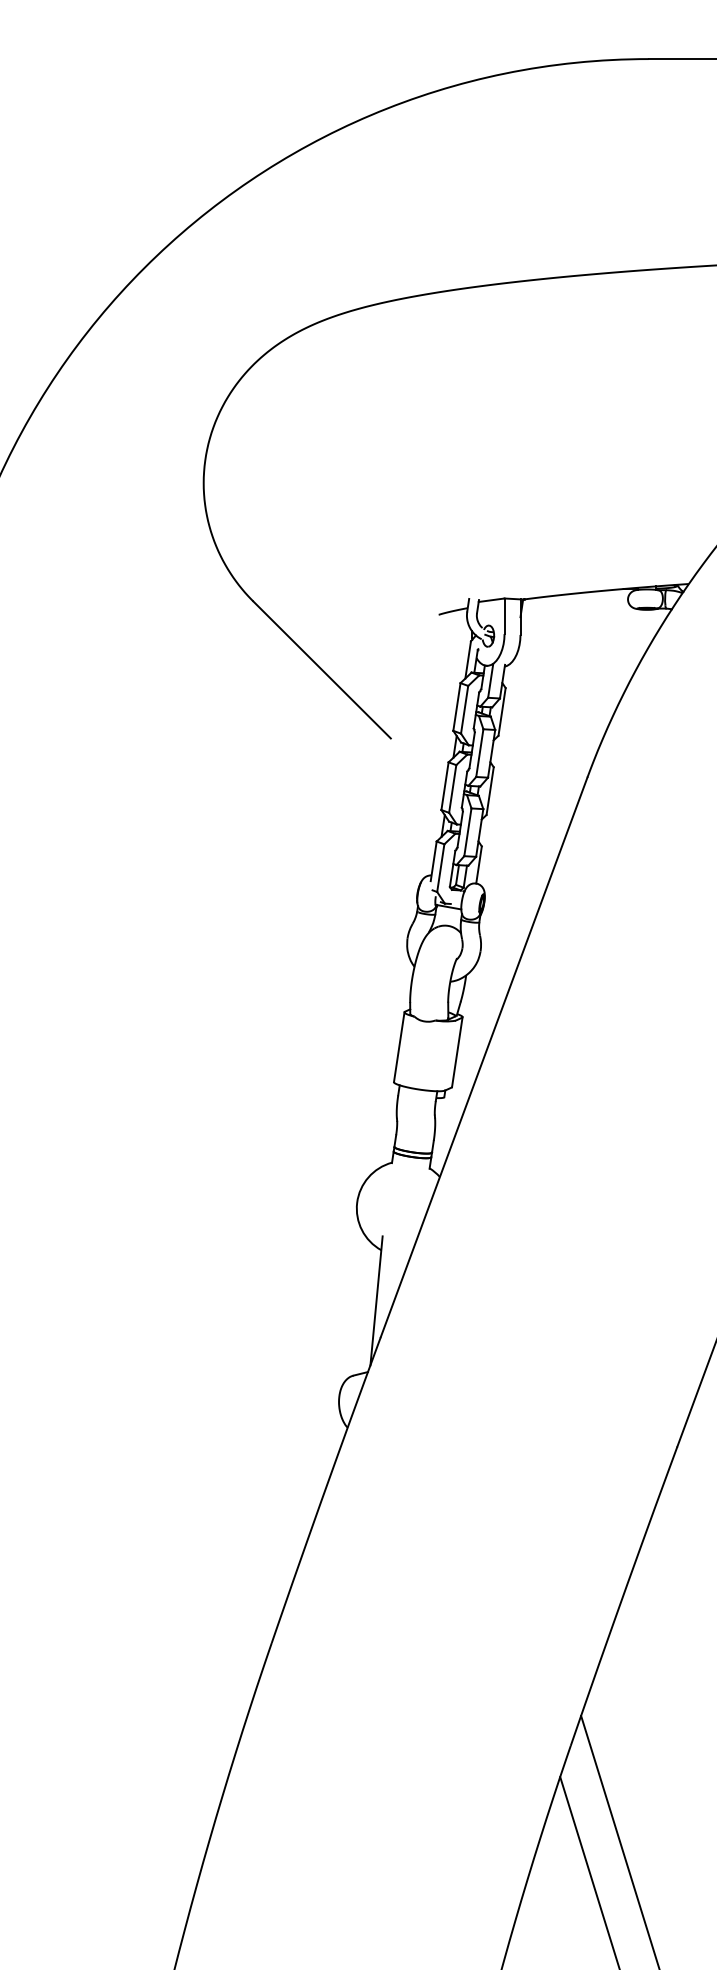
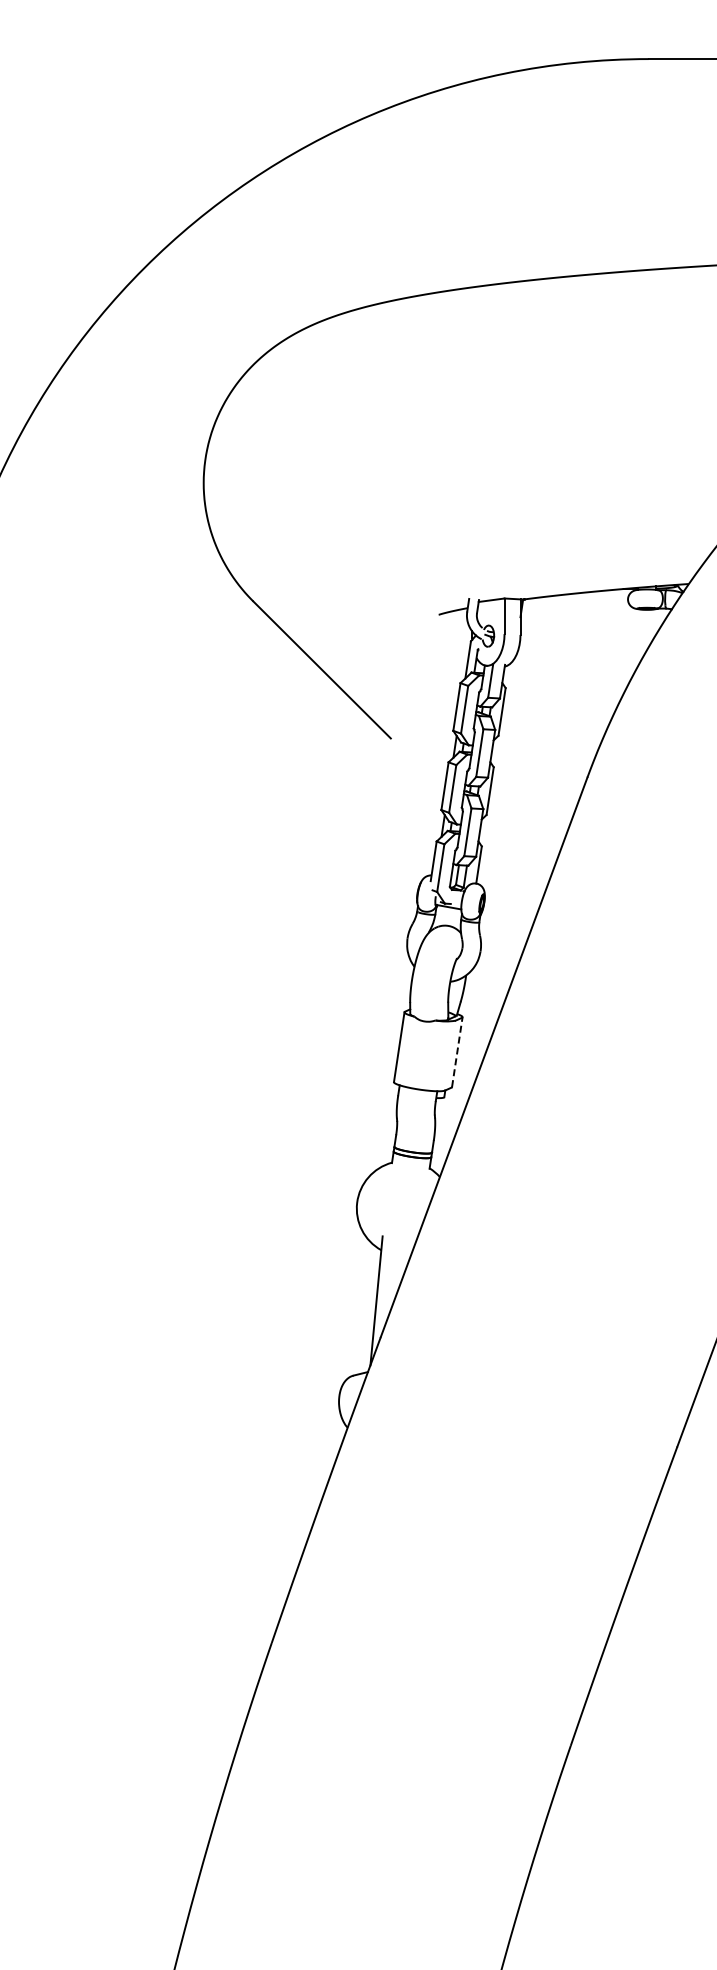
line at (457, 1051): solid -> dashed
line at (619, 1840): present -> none
line at (589, 1871): present -> none
